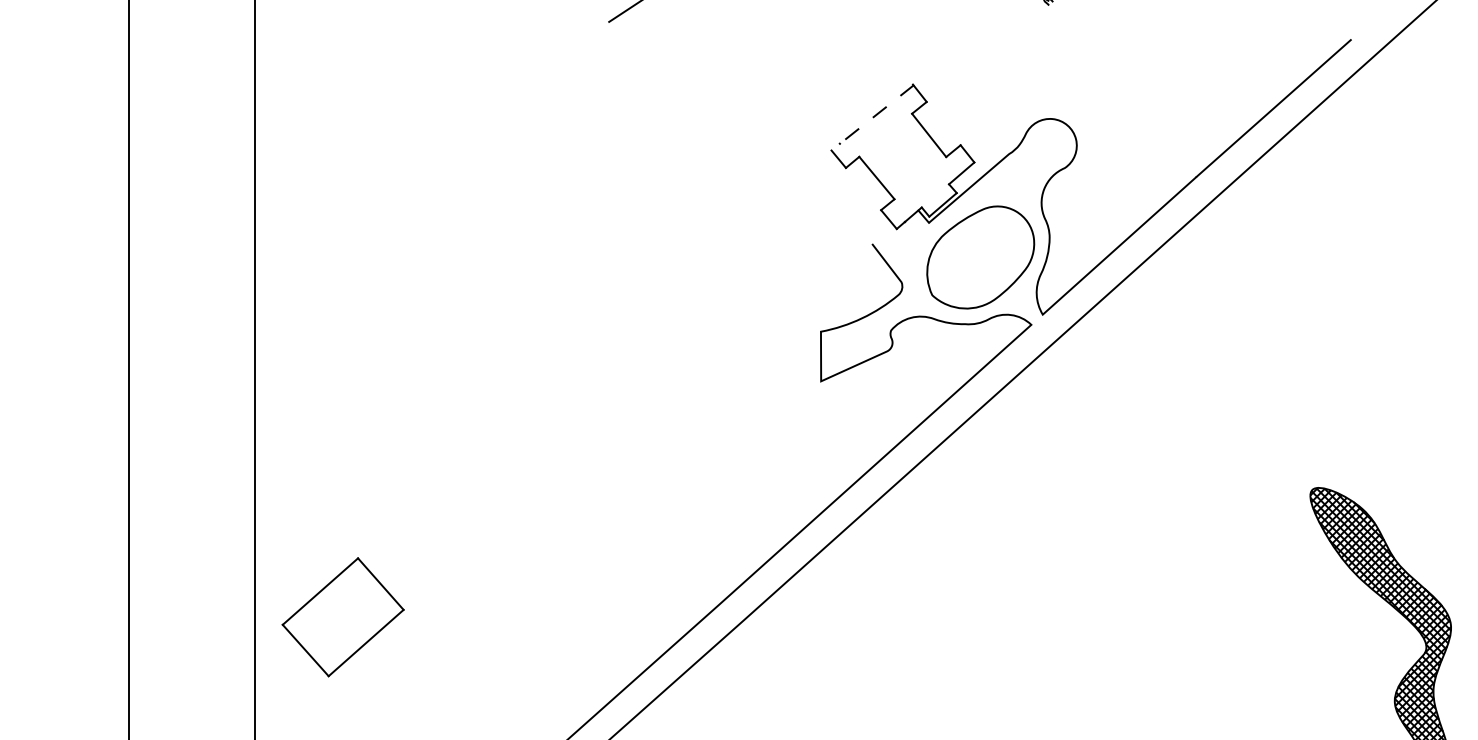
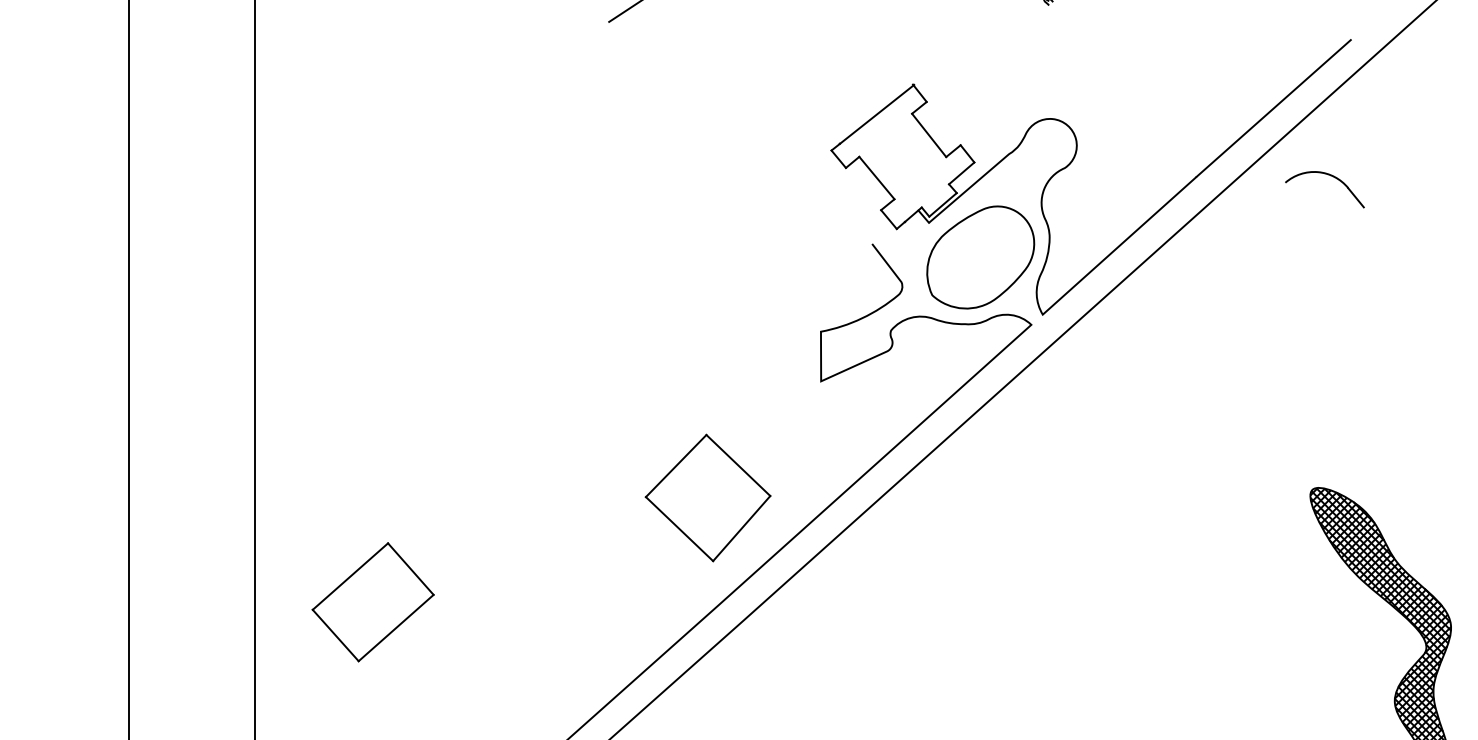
line at (872, 117): dashed -> solid
part at (1330, 176): none -> present
part at (707, 497): none -> present
part at (342, 617) position: (342, 617) -> (372, 602)
